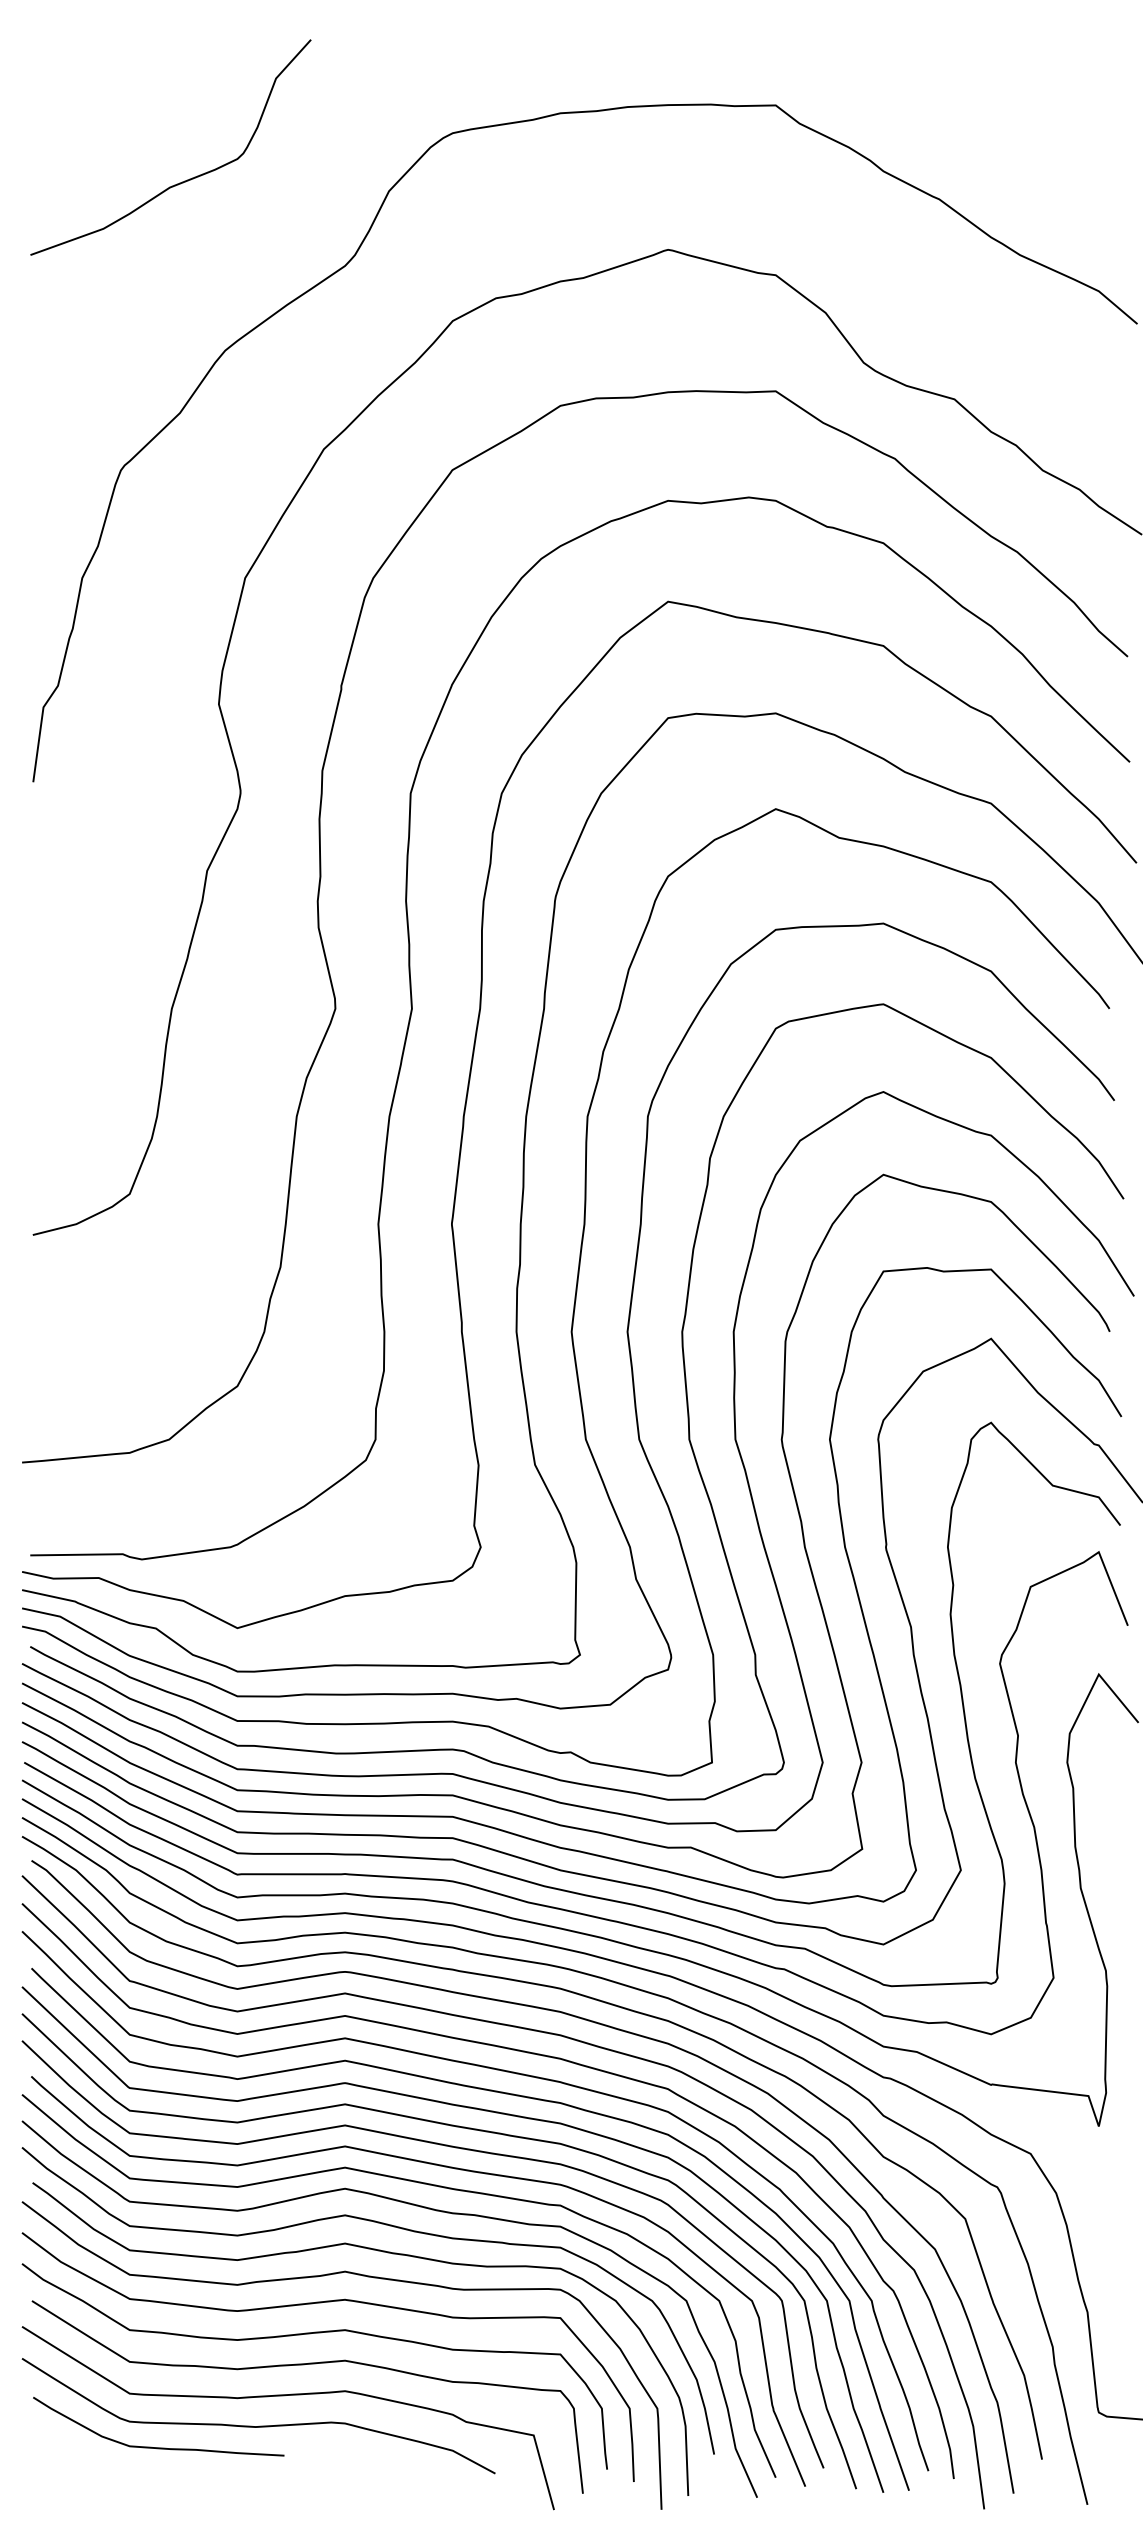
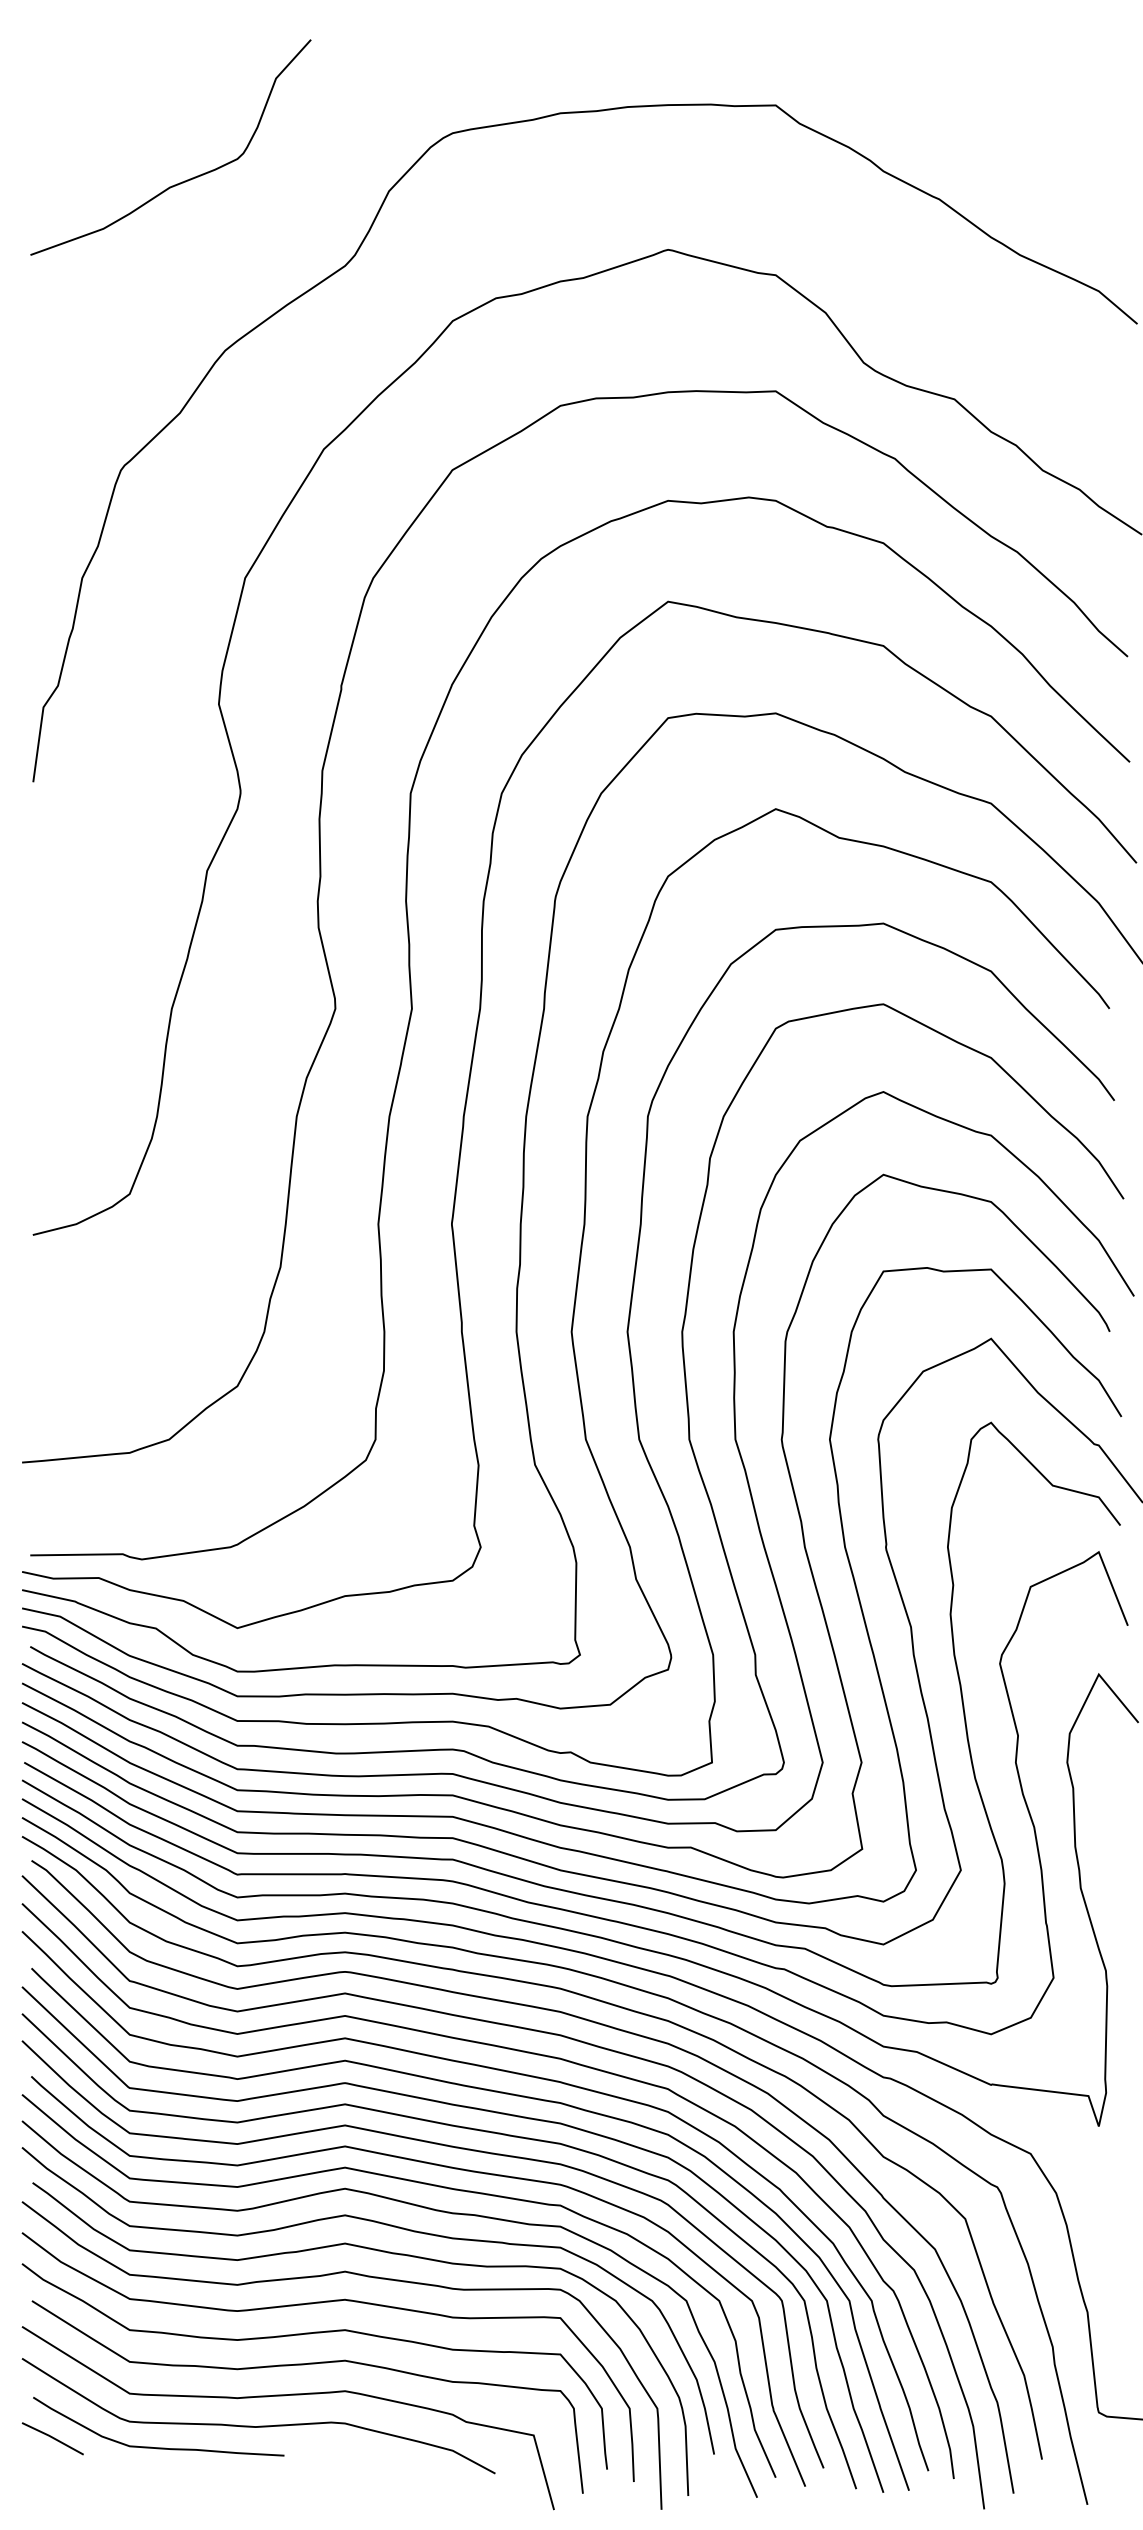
line at (52, 2438): none -> present
